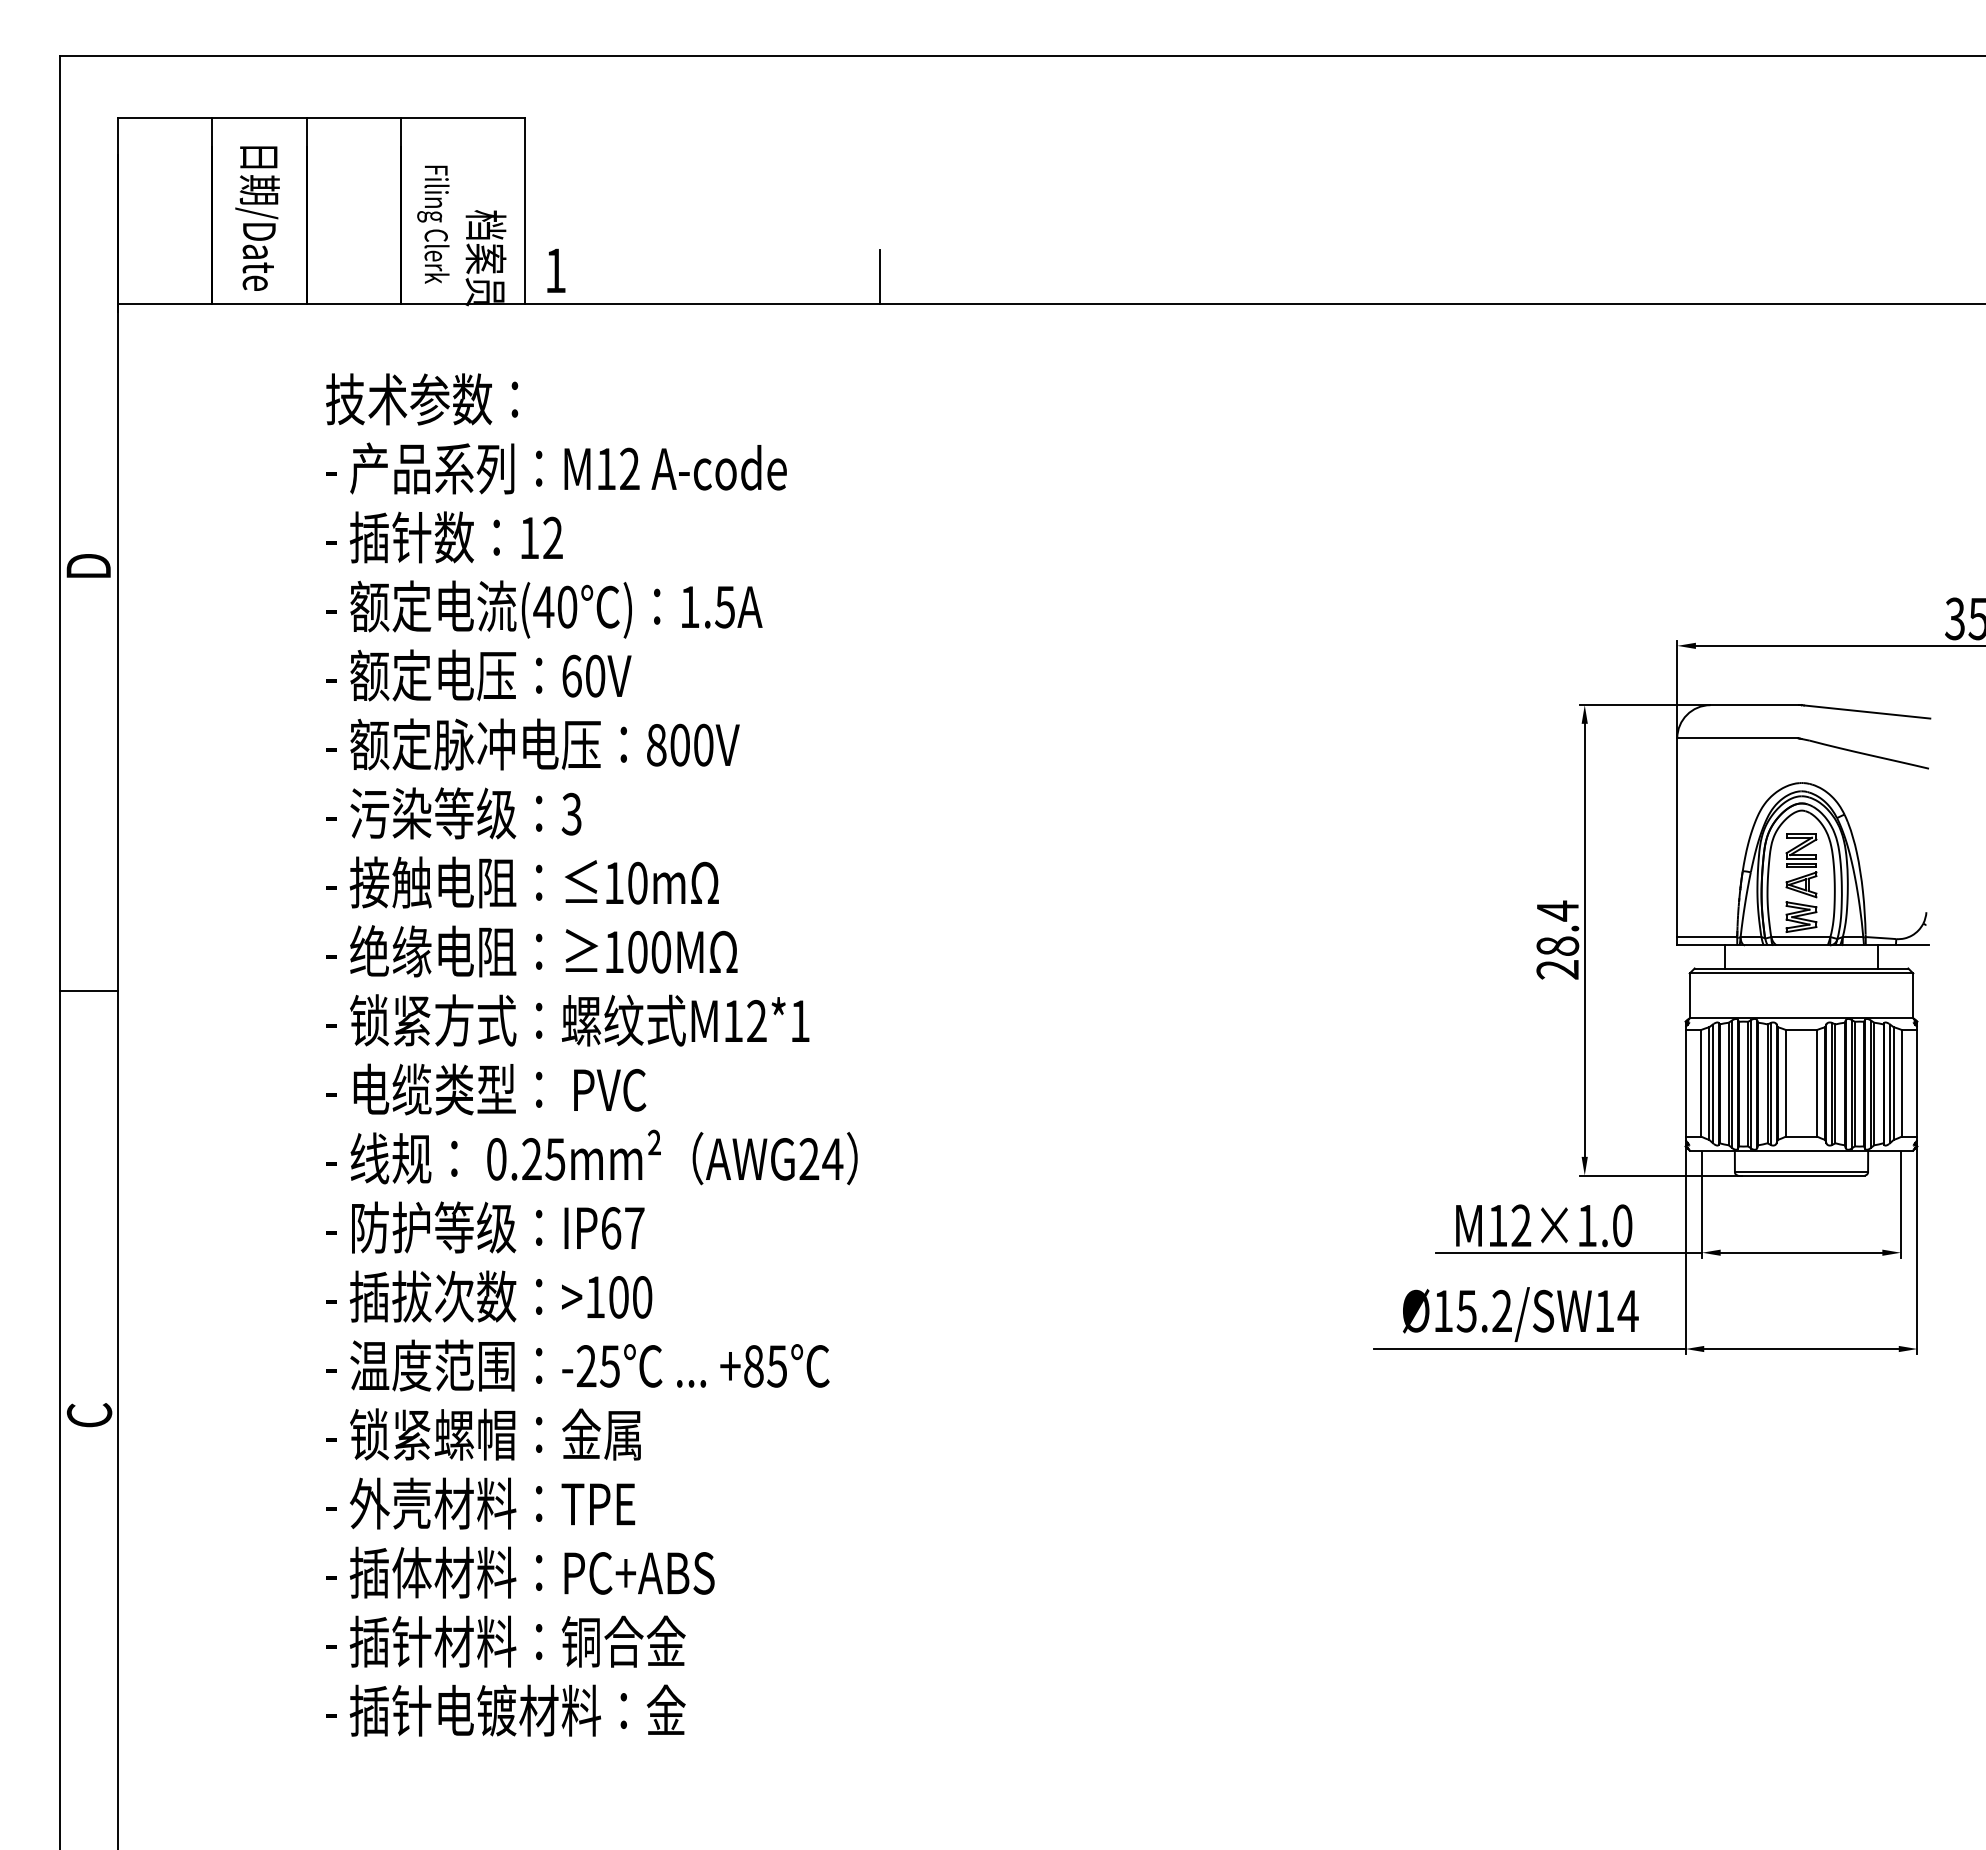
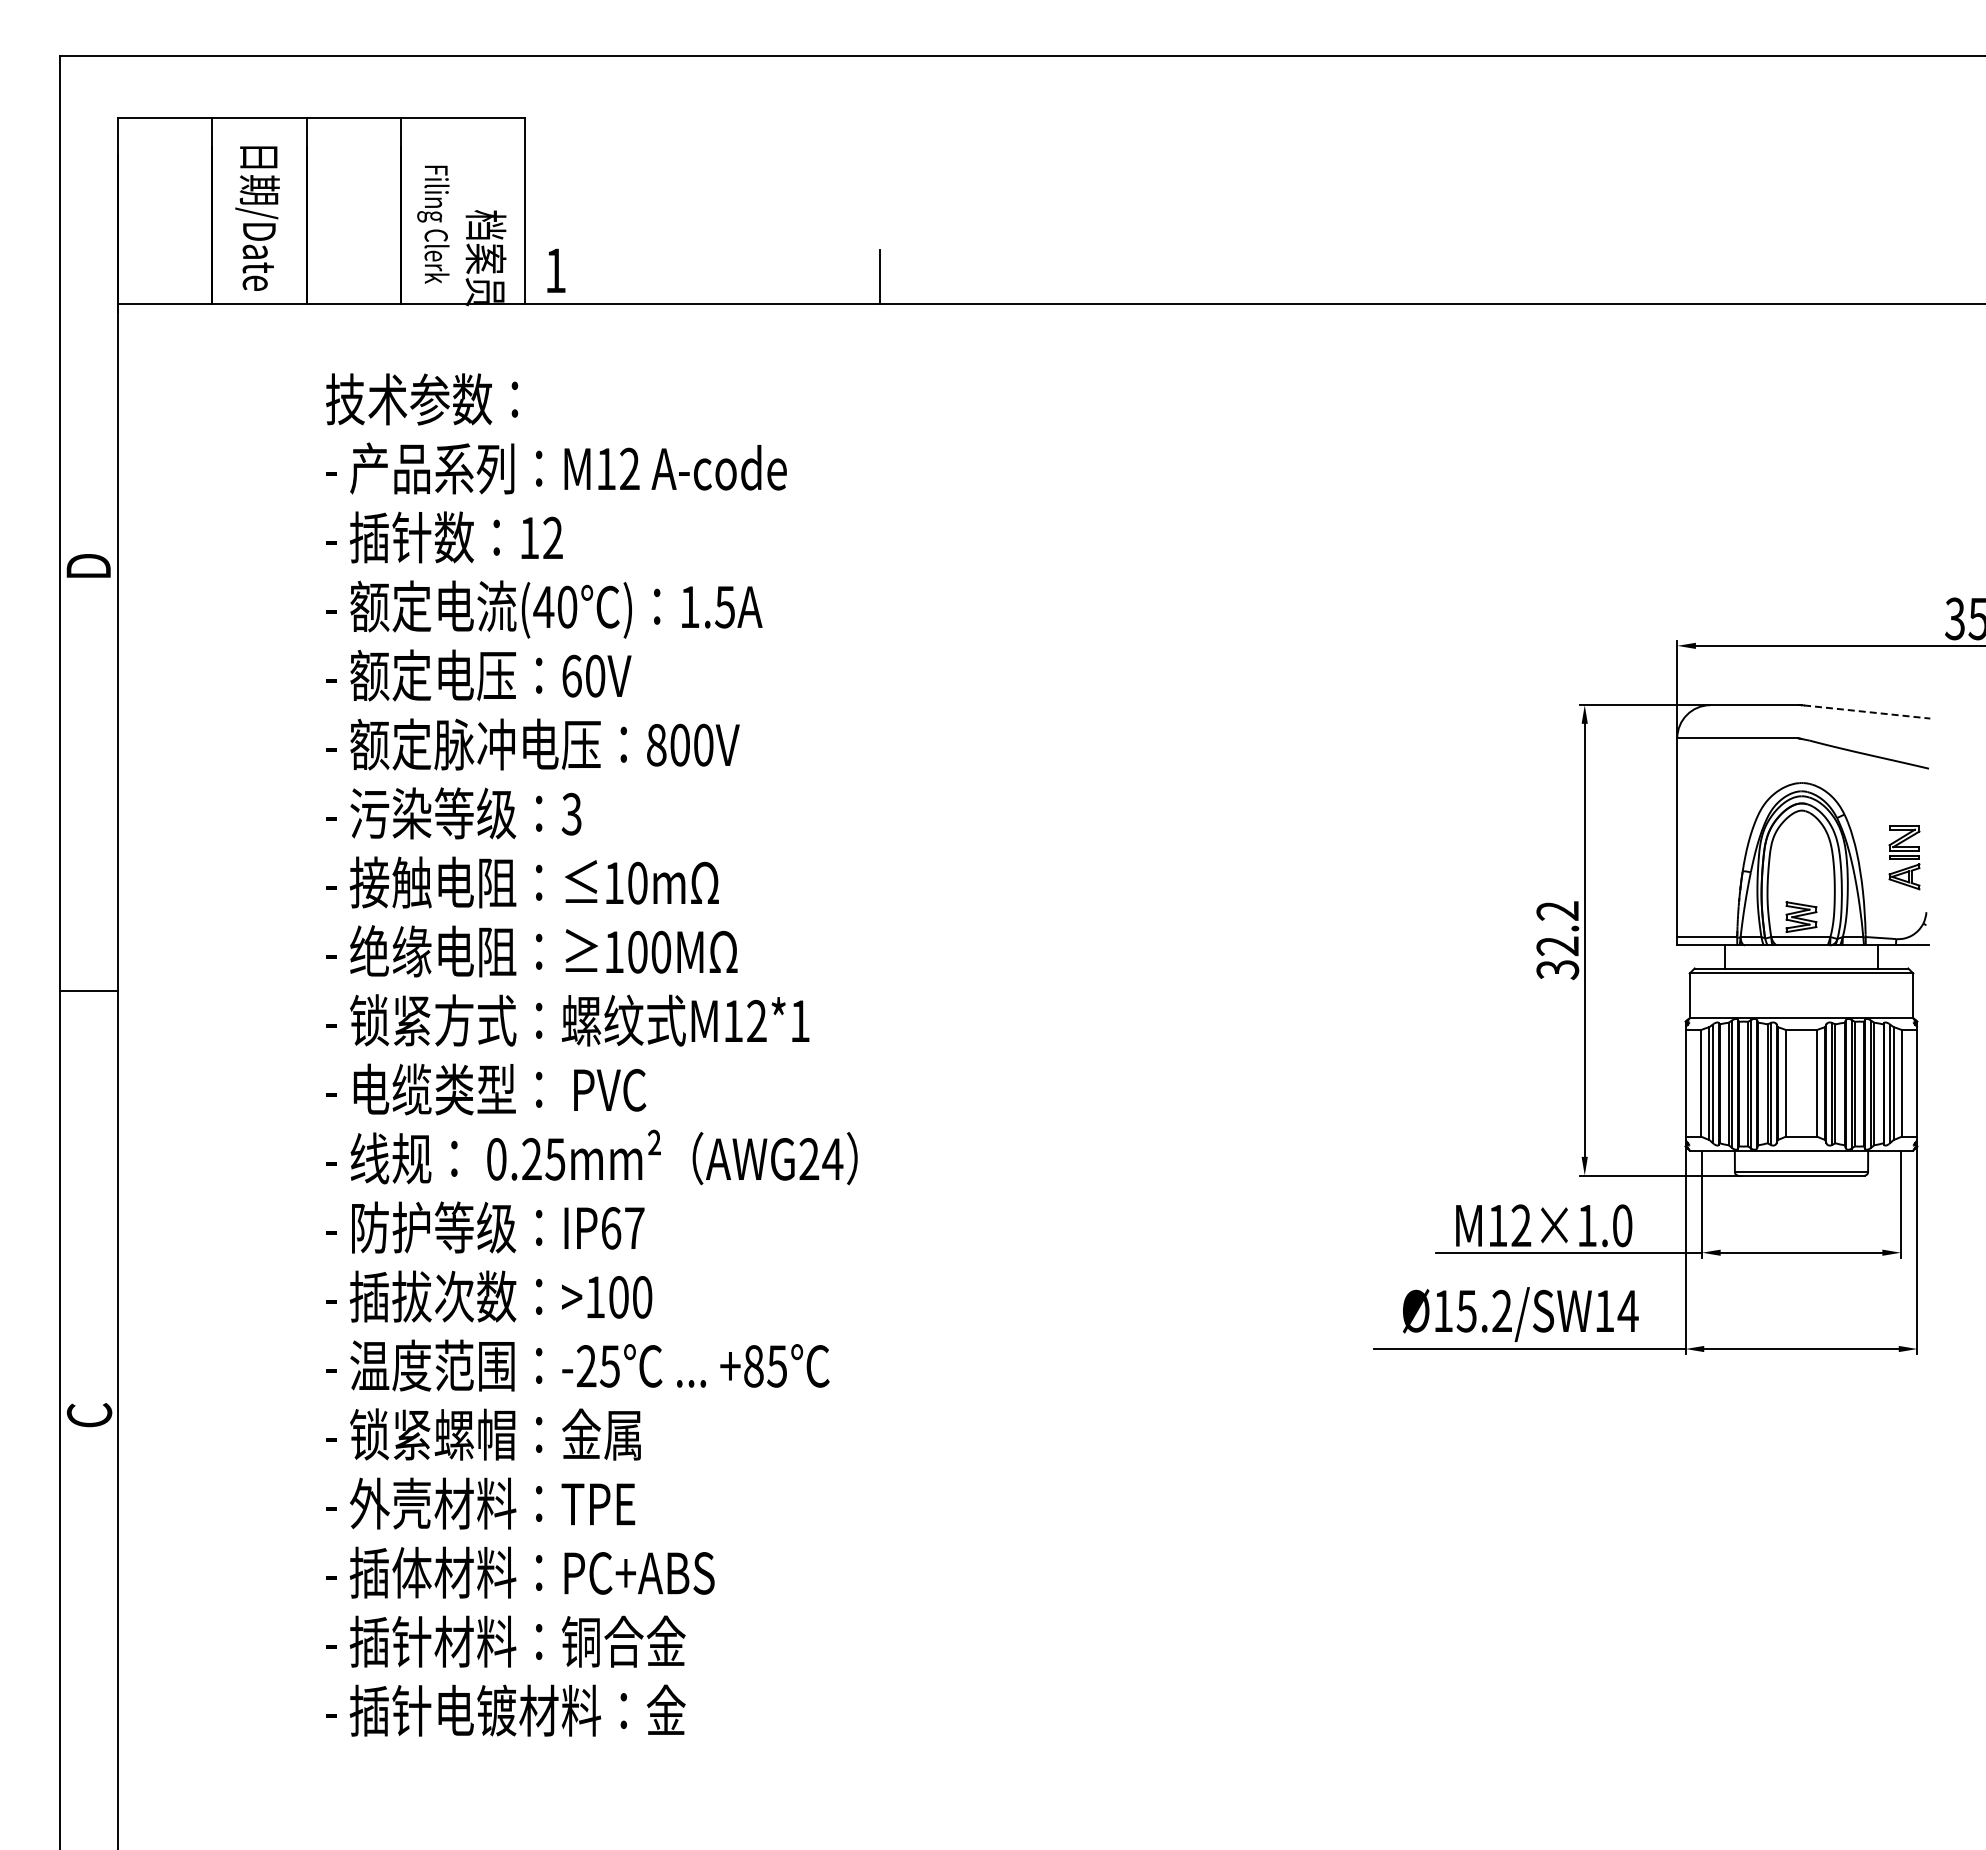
line at (1867, 712): solid -> dashed
part at (1801, 865) position: (1801, 865) -> (1904, 857)
text at (1557, 940): 28.4 -> 32.2
